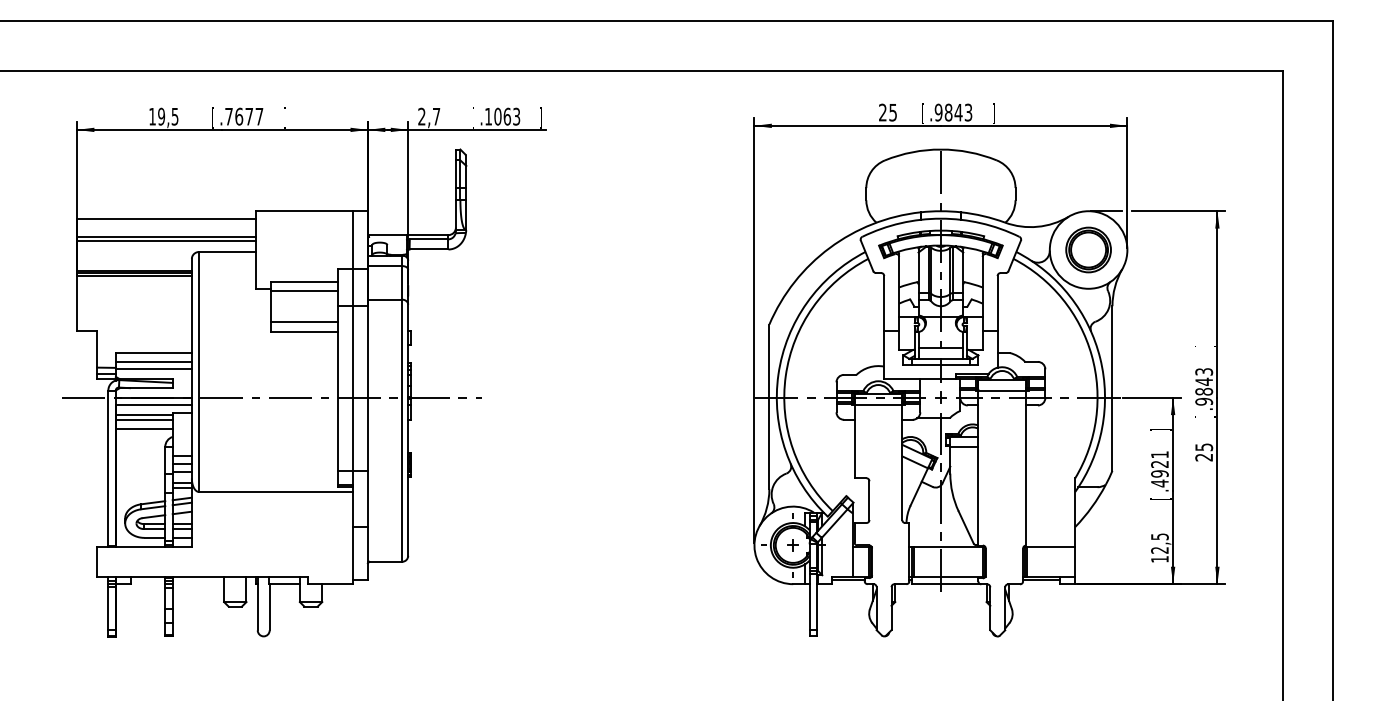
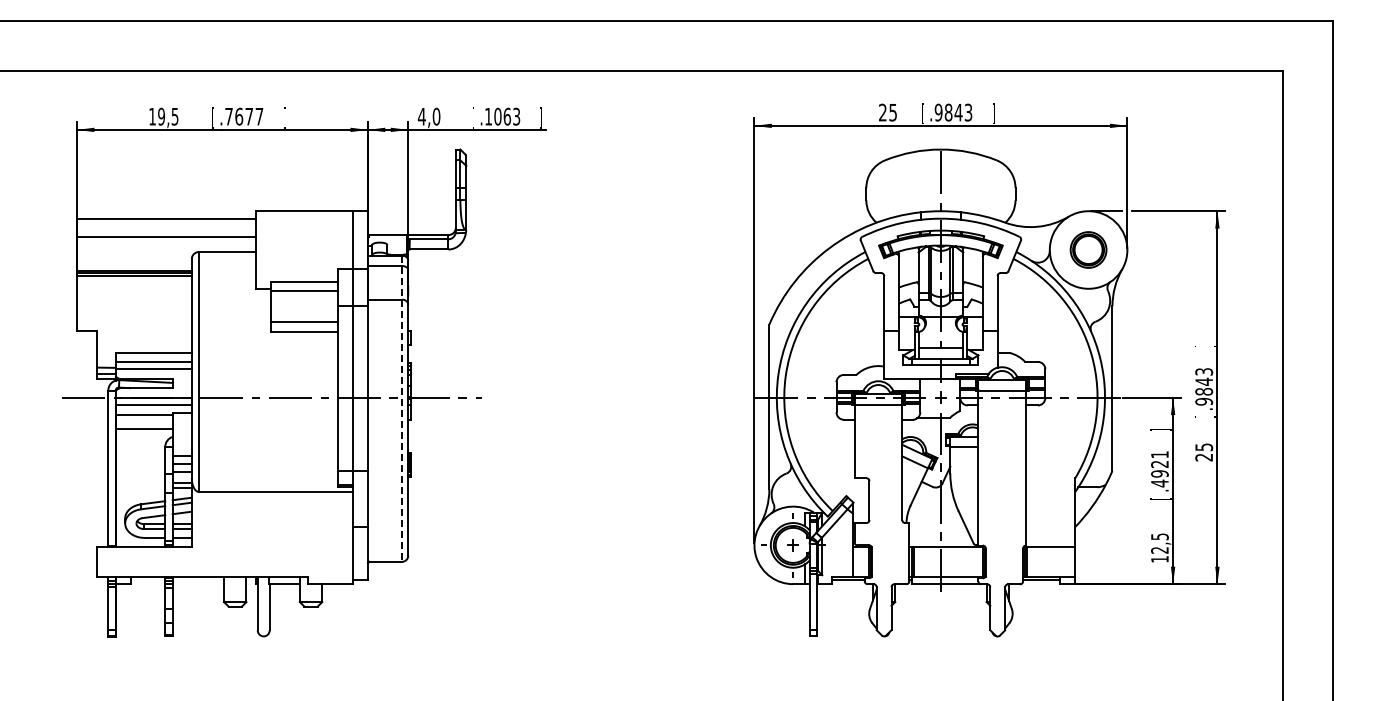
text at (428, 116): 2,7 -> 4,0
line at (166, 240): present -> none
part at (1088, 249) size: 47x48 px -> 39x38 px
line at (402, 409): solid -> dashed
line at (143, 419): present -> none
